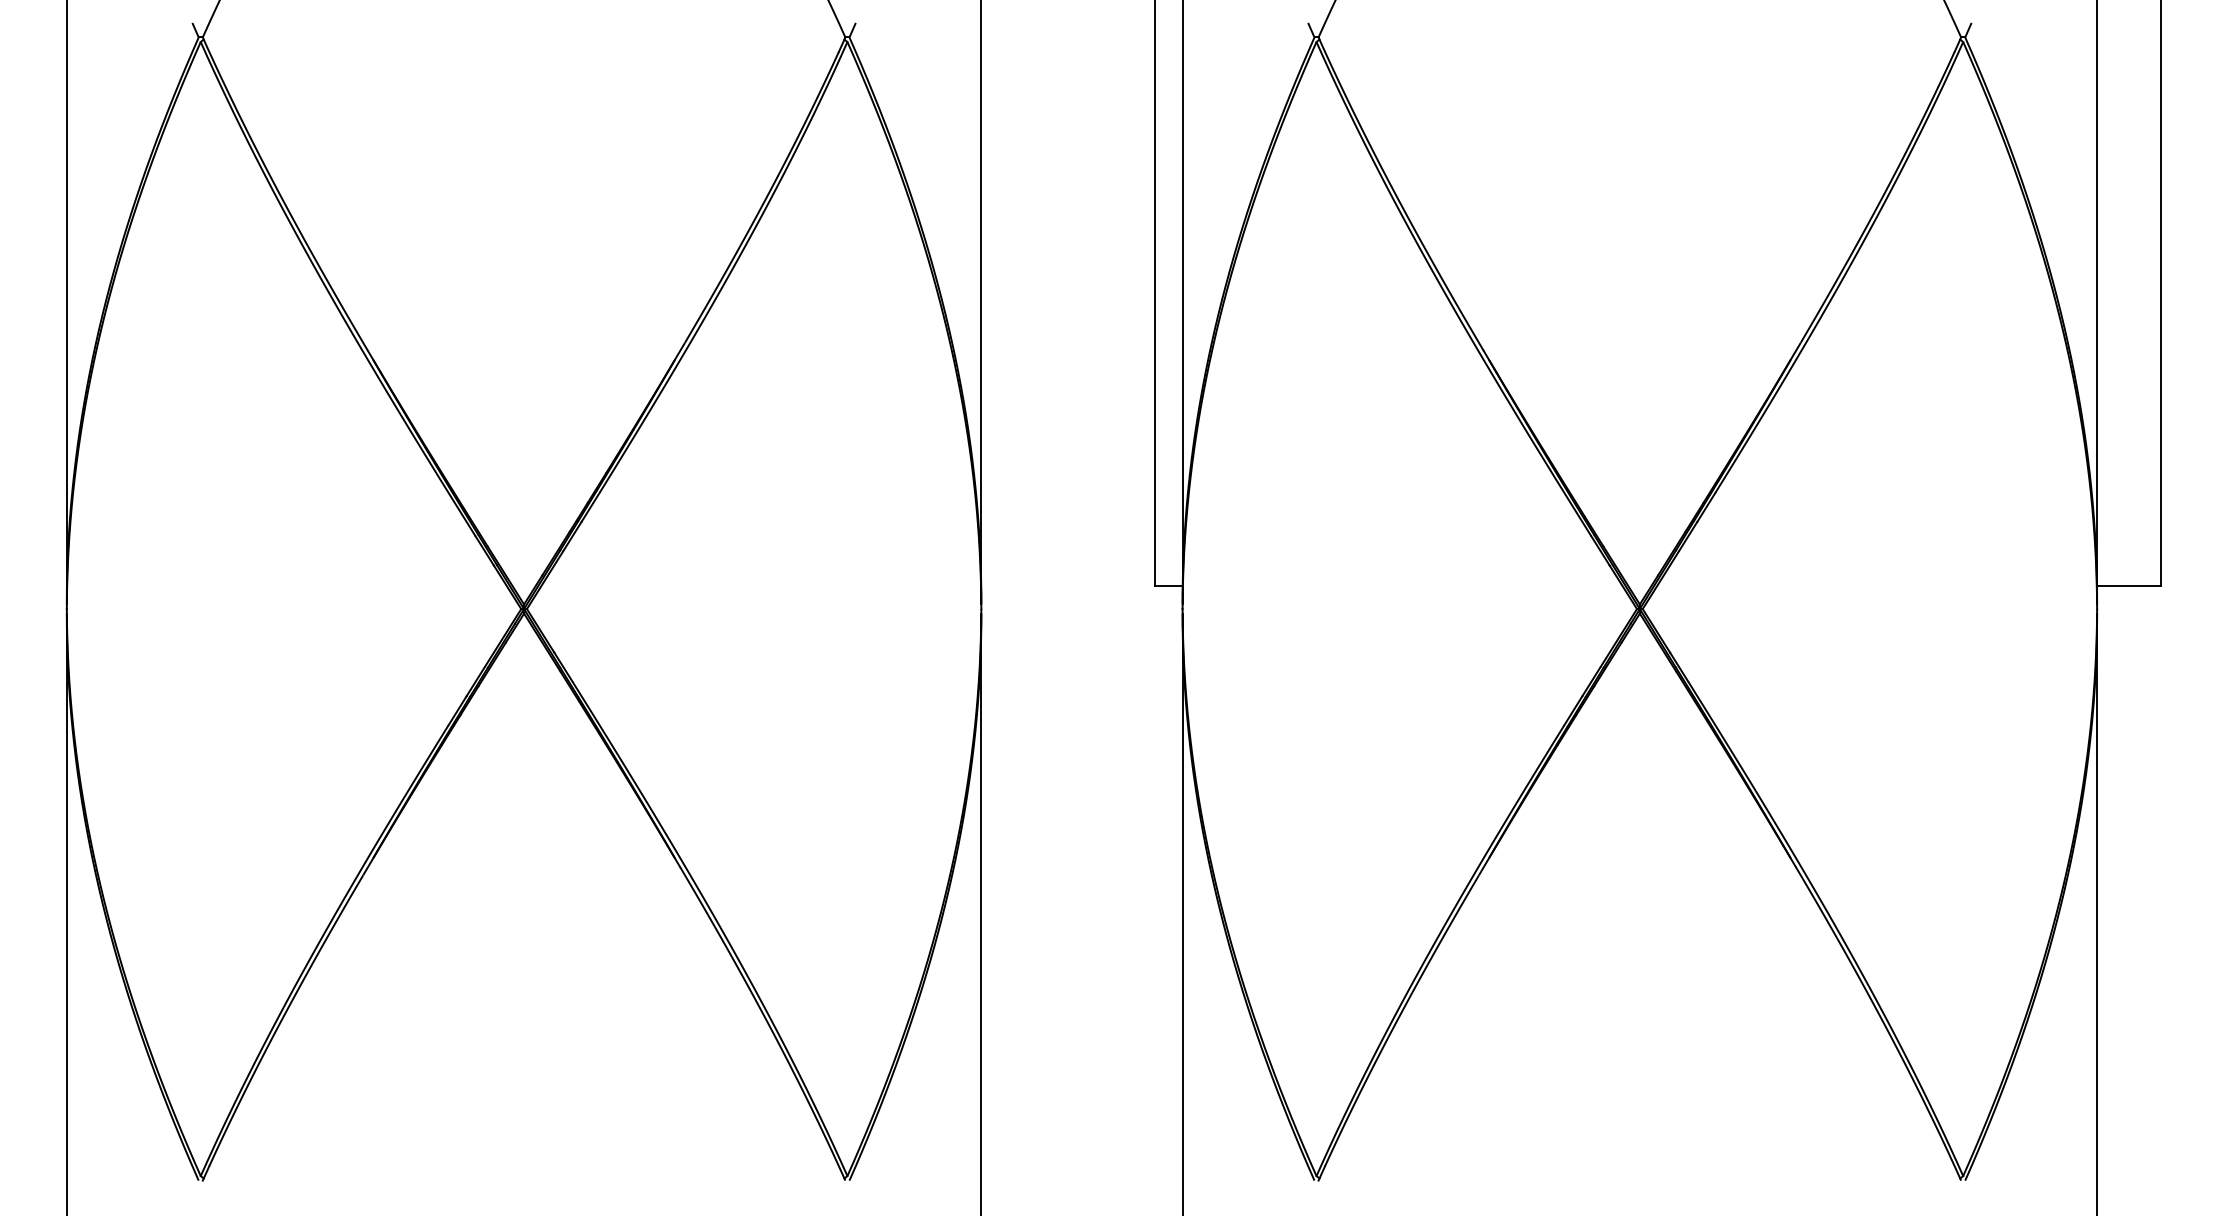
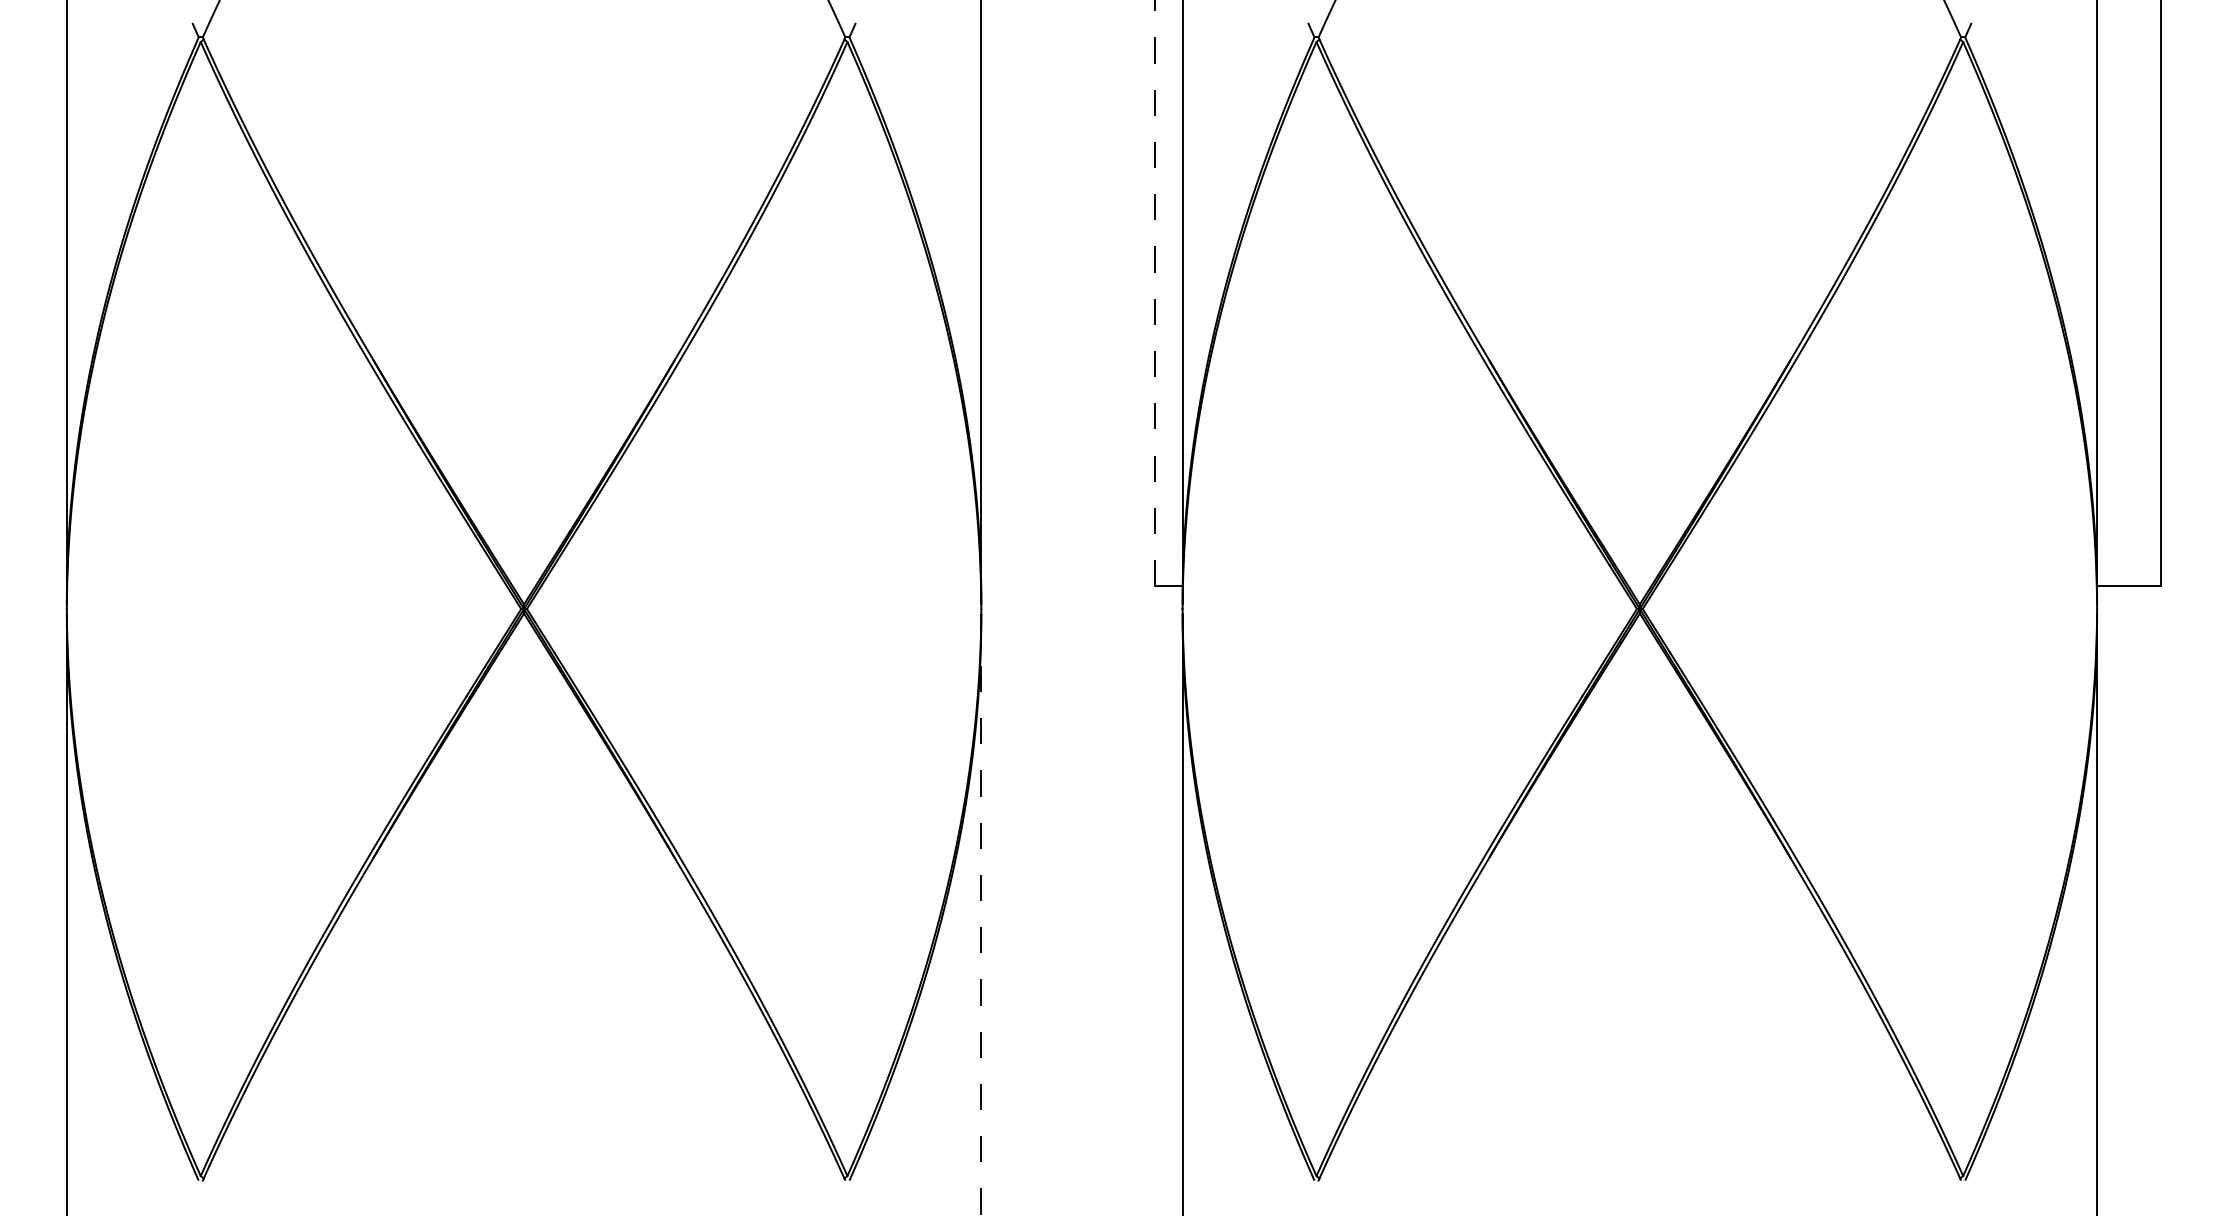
line at (1155, 293): solid -> dashed
line at (981, 914): solid -> dashed
